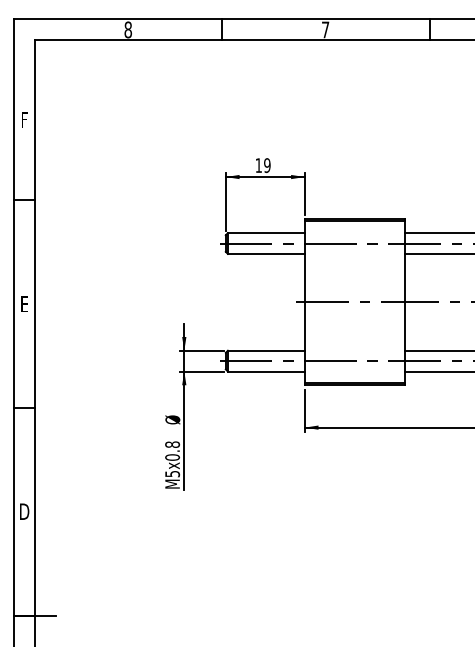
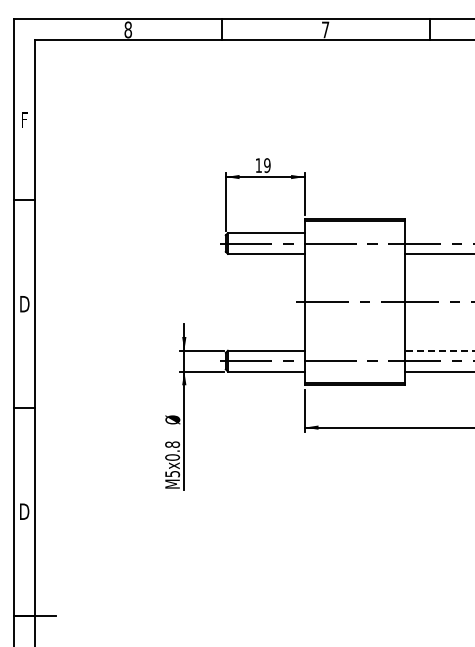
line at (437, 233): present -> none
text at (24, 304): E -> D
line at (439, 350): solid -> dashed
